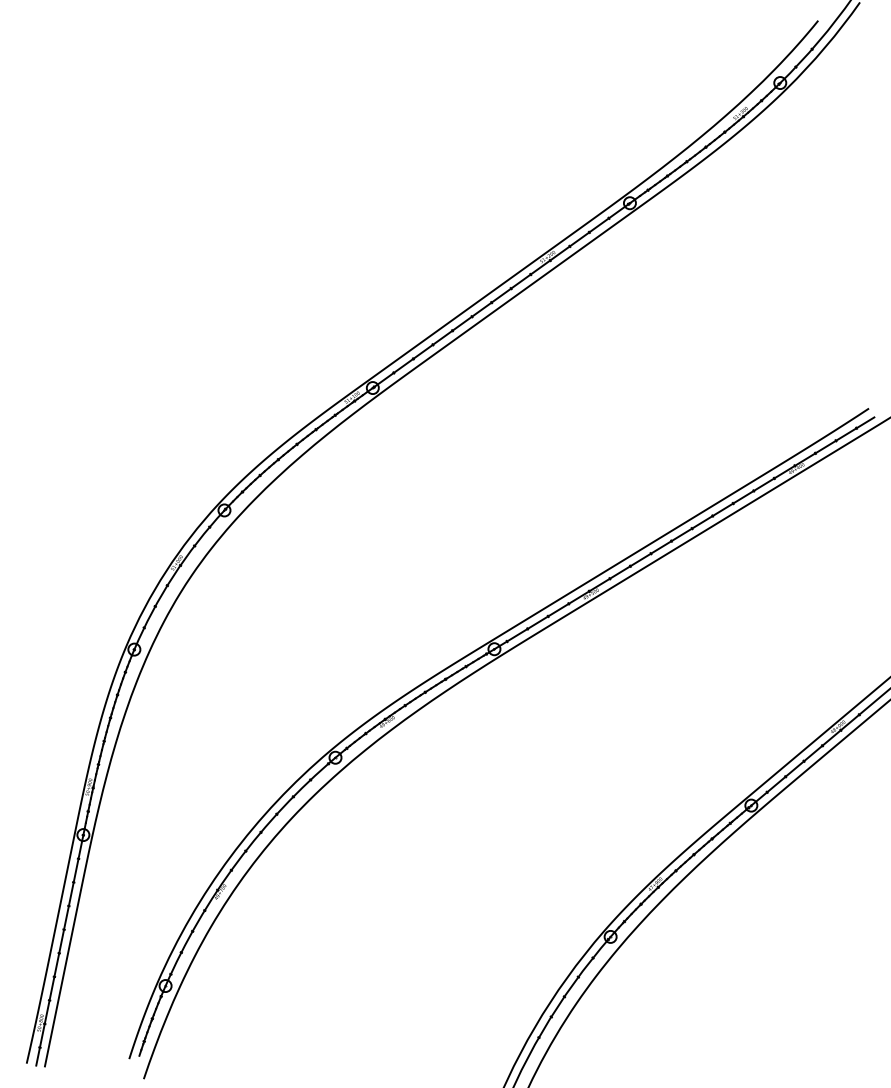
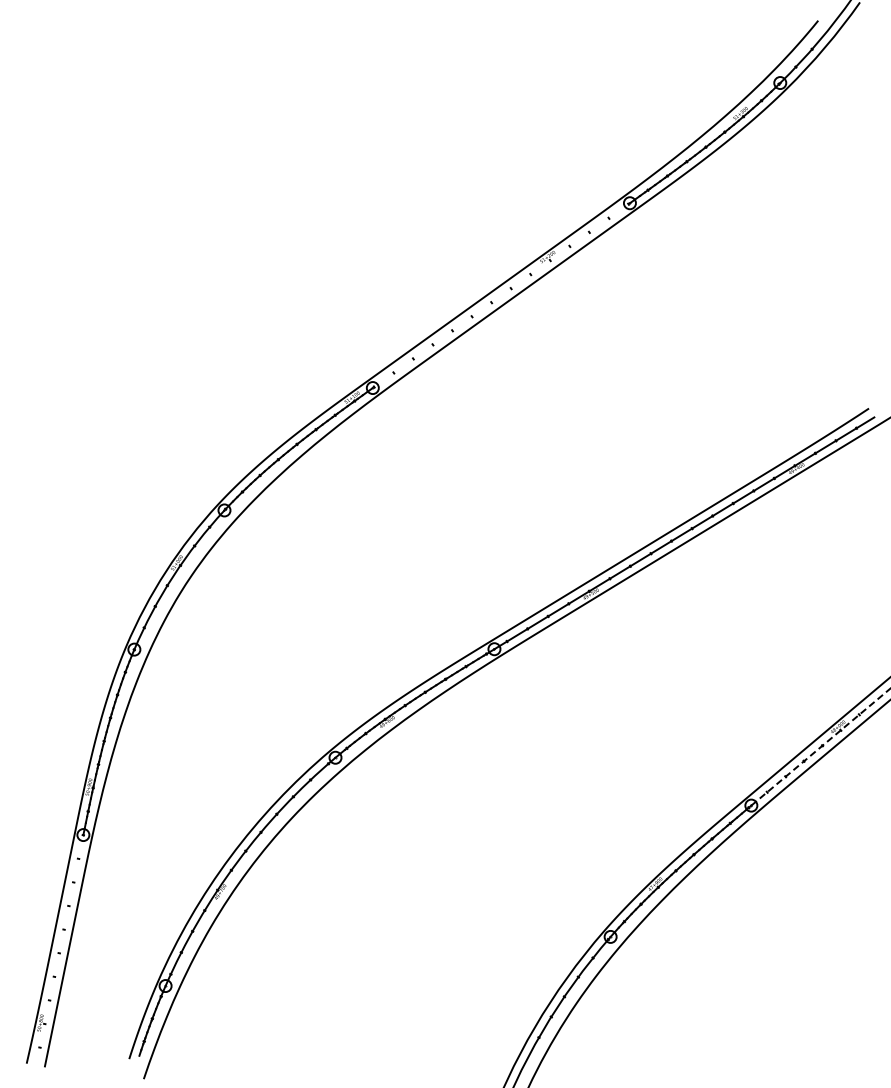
line at (500, 295): present -> none
line at (820, 747): solid -> dashed
line at (59, 950): present -> none
